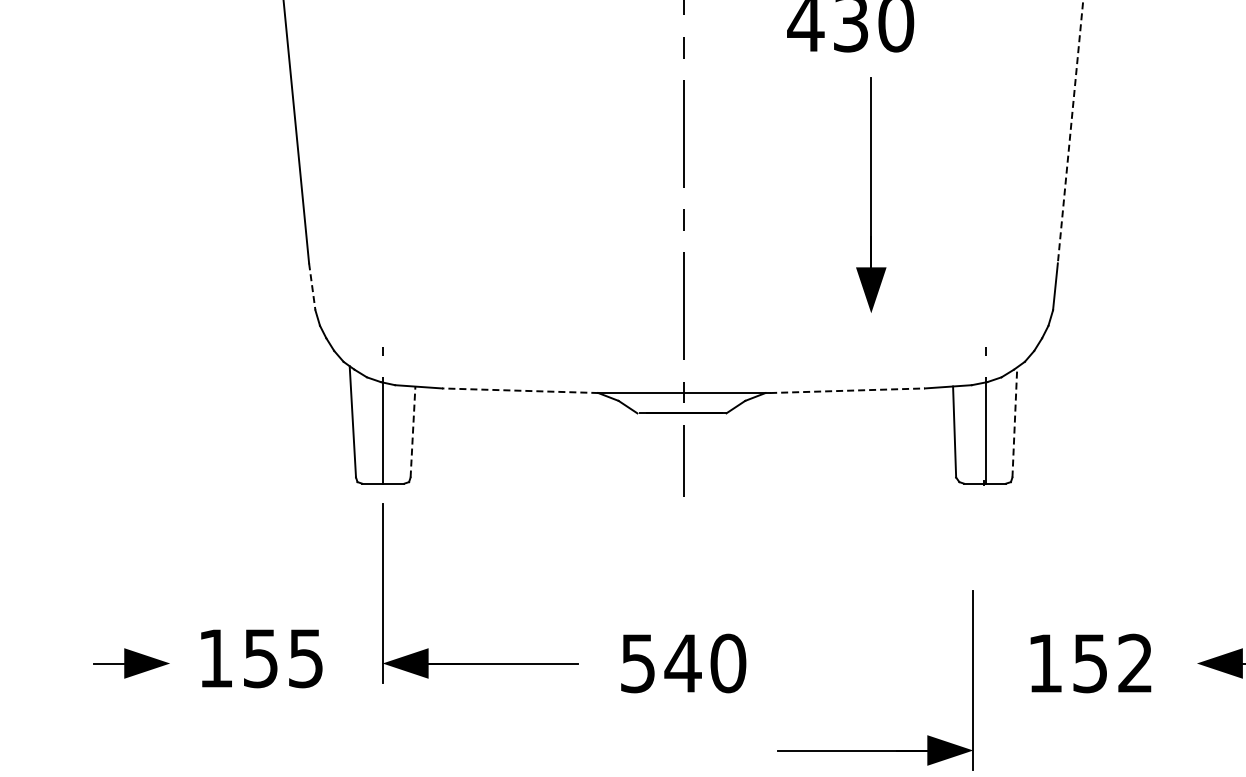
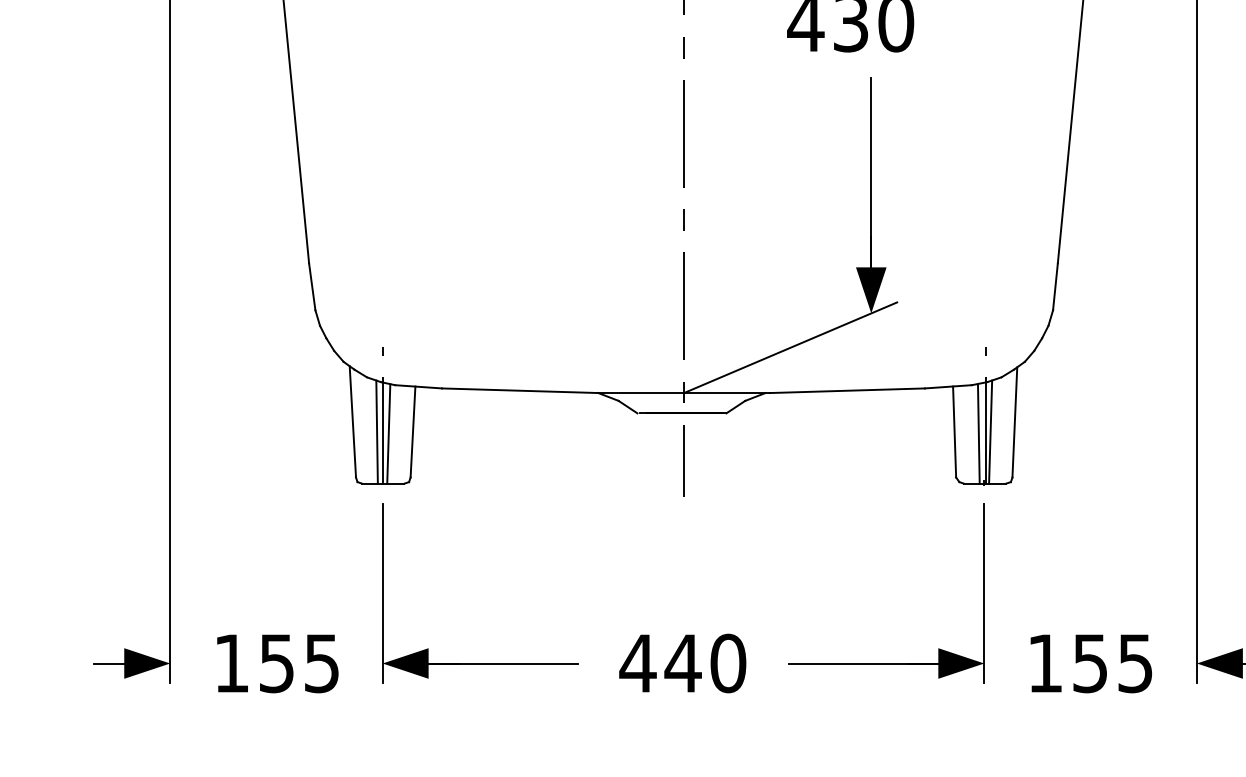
line at (1070, 132): dashed -> solid
line at (312, 286): dashed -> solid
line at (170, 342): none -> present
line at (1196, 342): none -> present
line at (790, 347): none -> present
line at (519, 390): dashed -> solid
line at (848, 390): dashed -> solid
line at (1014, 421): dashed -> solid
line at (376, 431): none -> present
line at (990, 431): none -> present
line at (413, 432): dashed -> solid
line at (388, 433): none -> present
line at (978, 433): none -> present
text at (261, 658) position: (261, 658) -> (277, 663)
text at (637, 663): 540 -> 440
text at (1135, 663): 152 -> 155
part at (875, 750) position: (875, 750) -> (886, 663)
